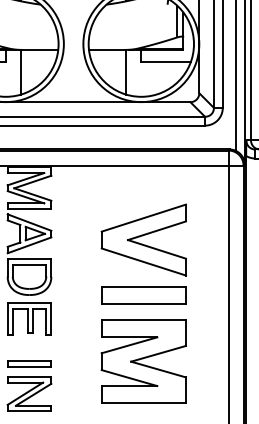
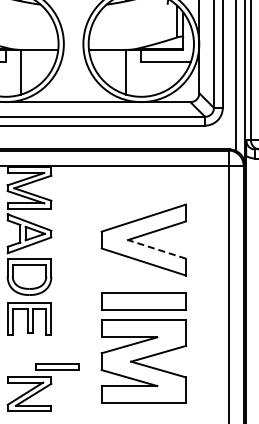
line at (156, 249): solid -> dashed
part at (143, 295) position: (143, 295) -> (143, 301)
part at (29, 363) position: (29, 363) -> (57, 366)
